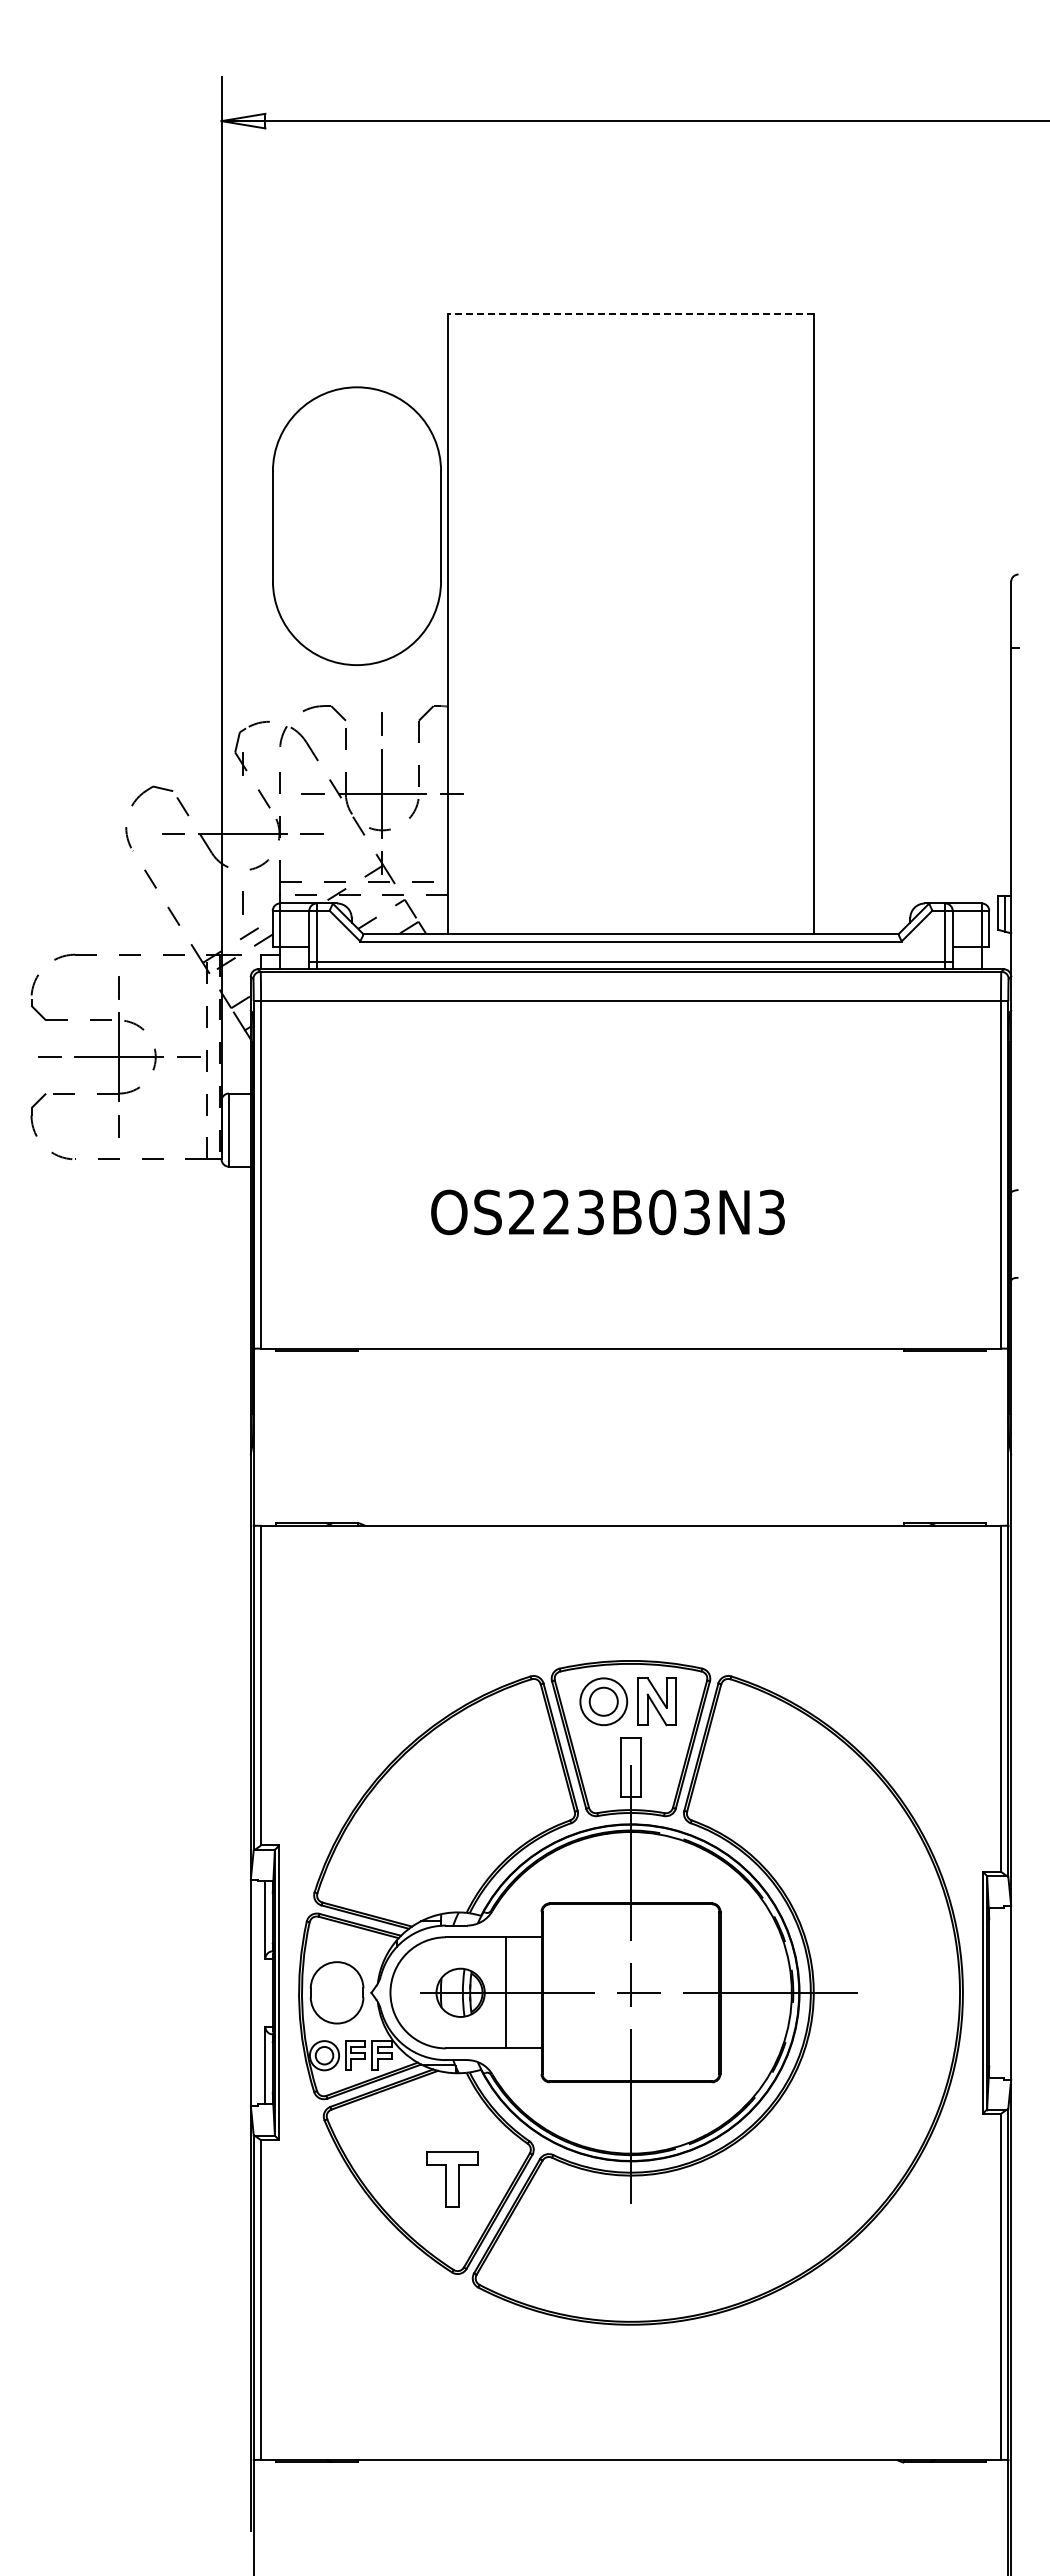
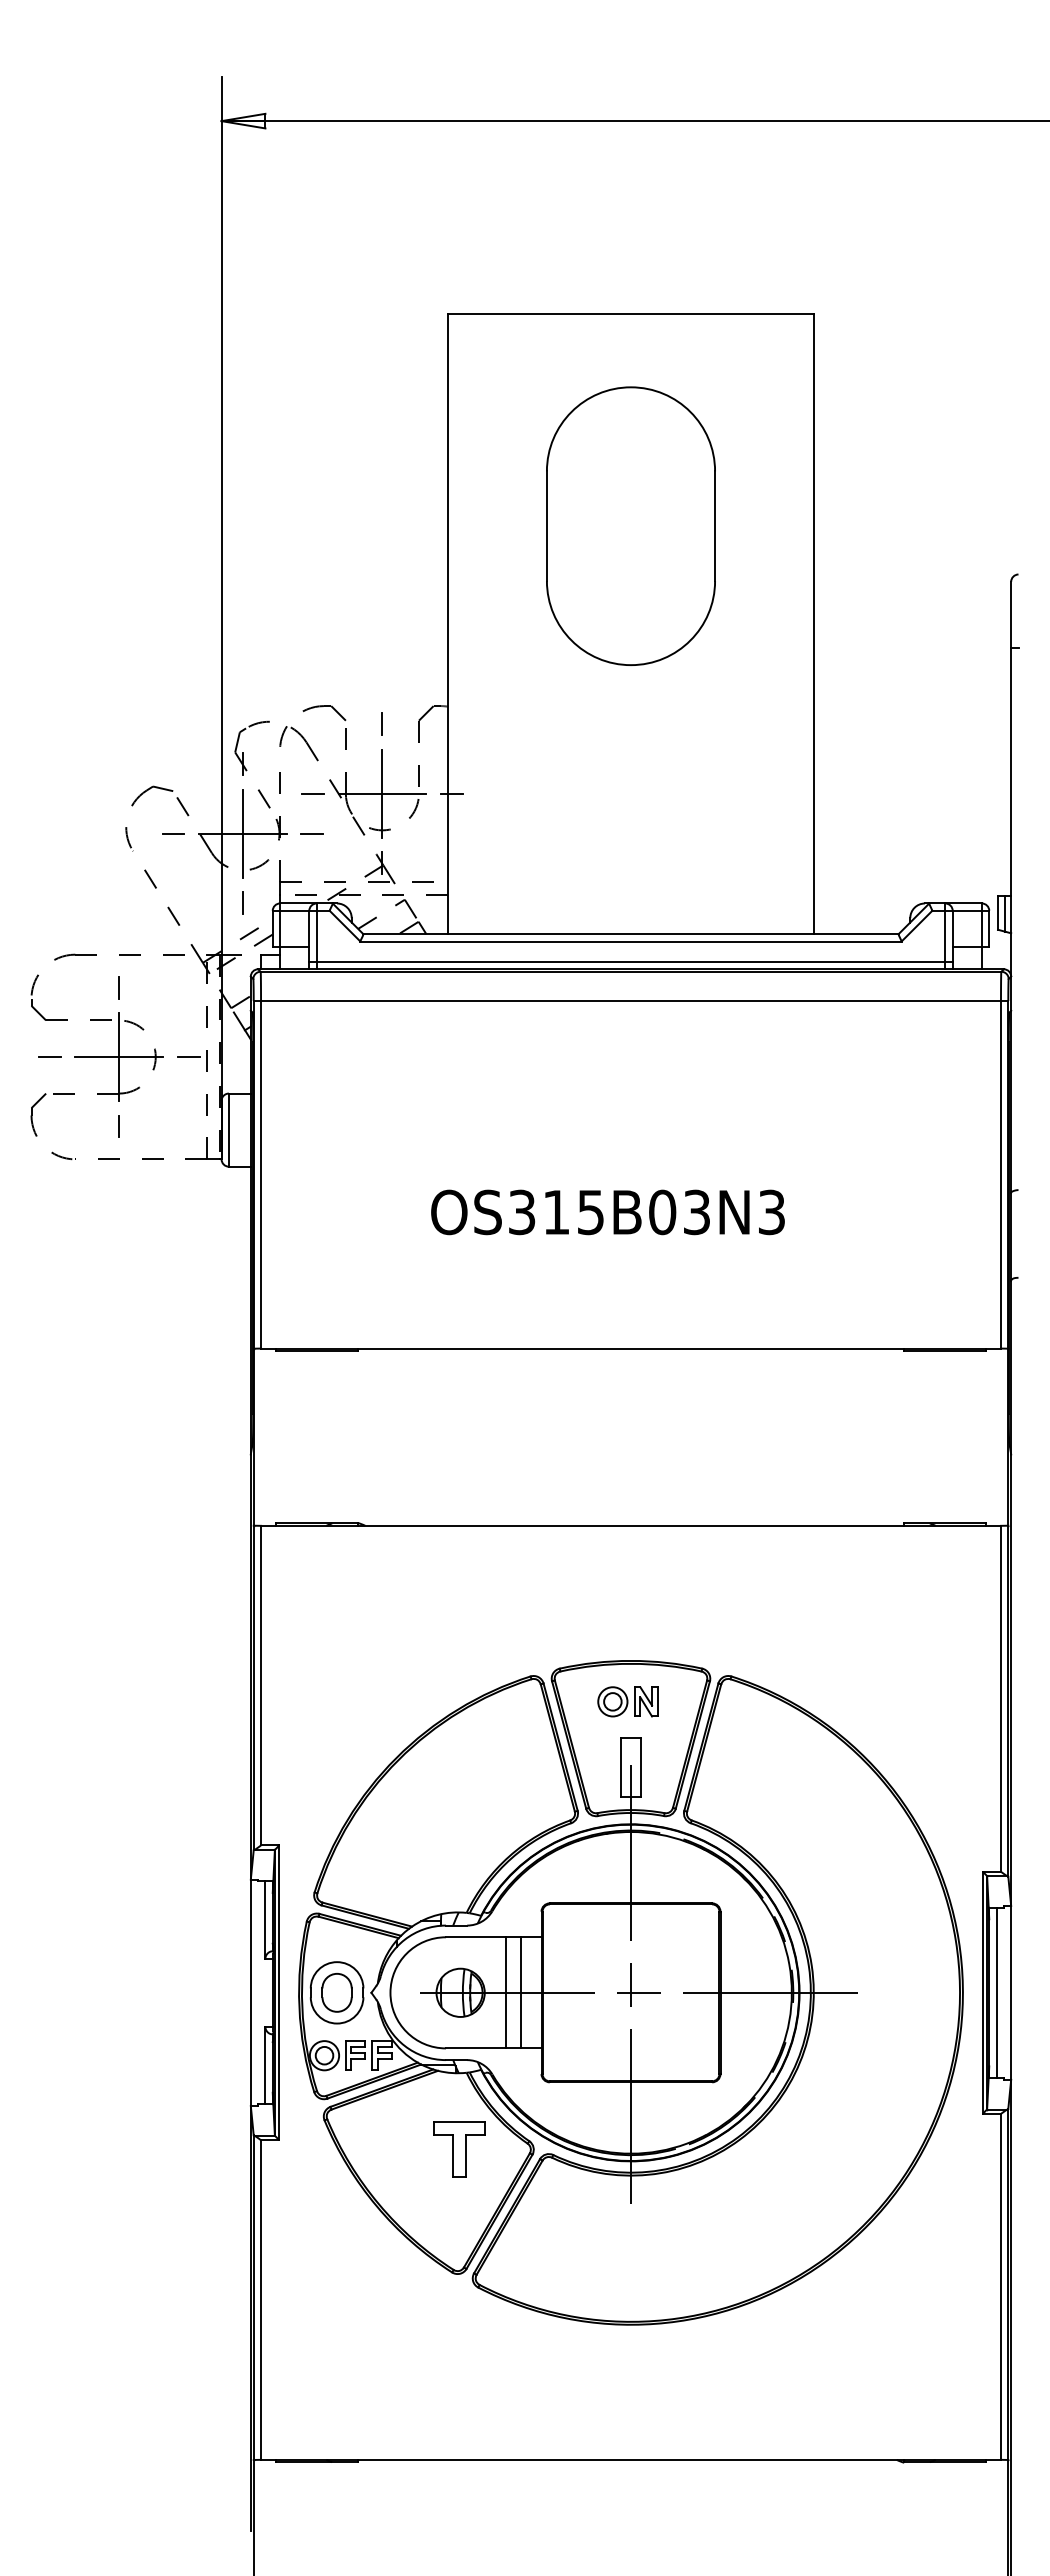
line at (631, 314): dashed -> solid
part at (356, 525) position: (356, 525) -> (630, 525)
line at (242, 833): none -> present
text at (556, 1212): OS223B03N3 -> OS315B03N3
part at (627, 1701) size: 98x50 px -> 62x32 px
part at (336, 1992): none -> present
line at (520, 1992): none -> present
line at (996, 1992): none -> present
part at (452, 2179) position: (452, 2179) -> (459, 2149)
